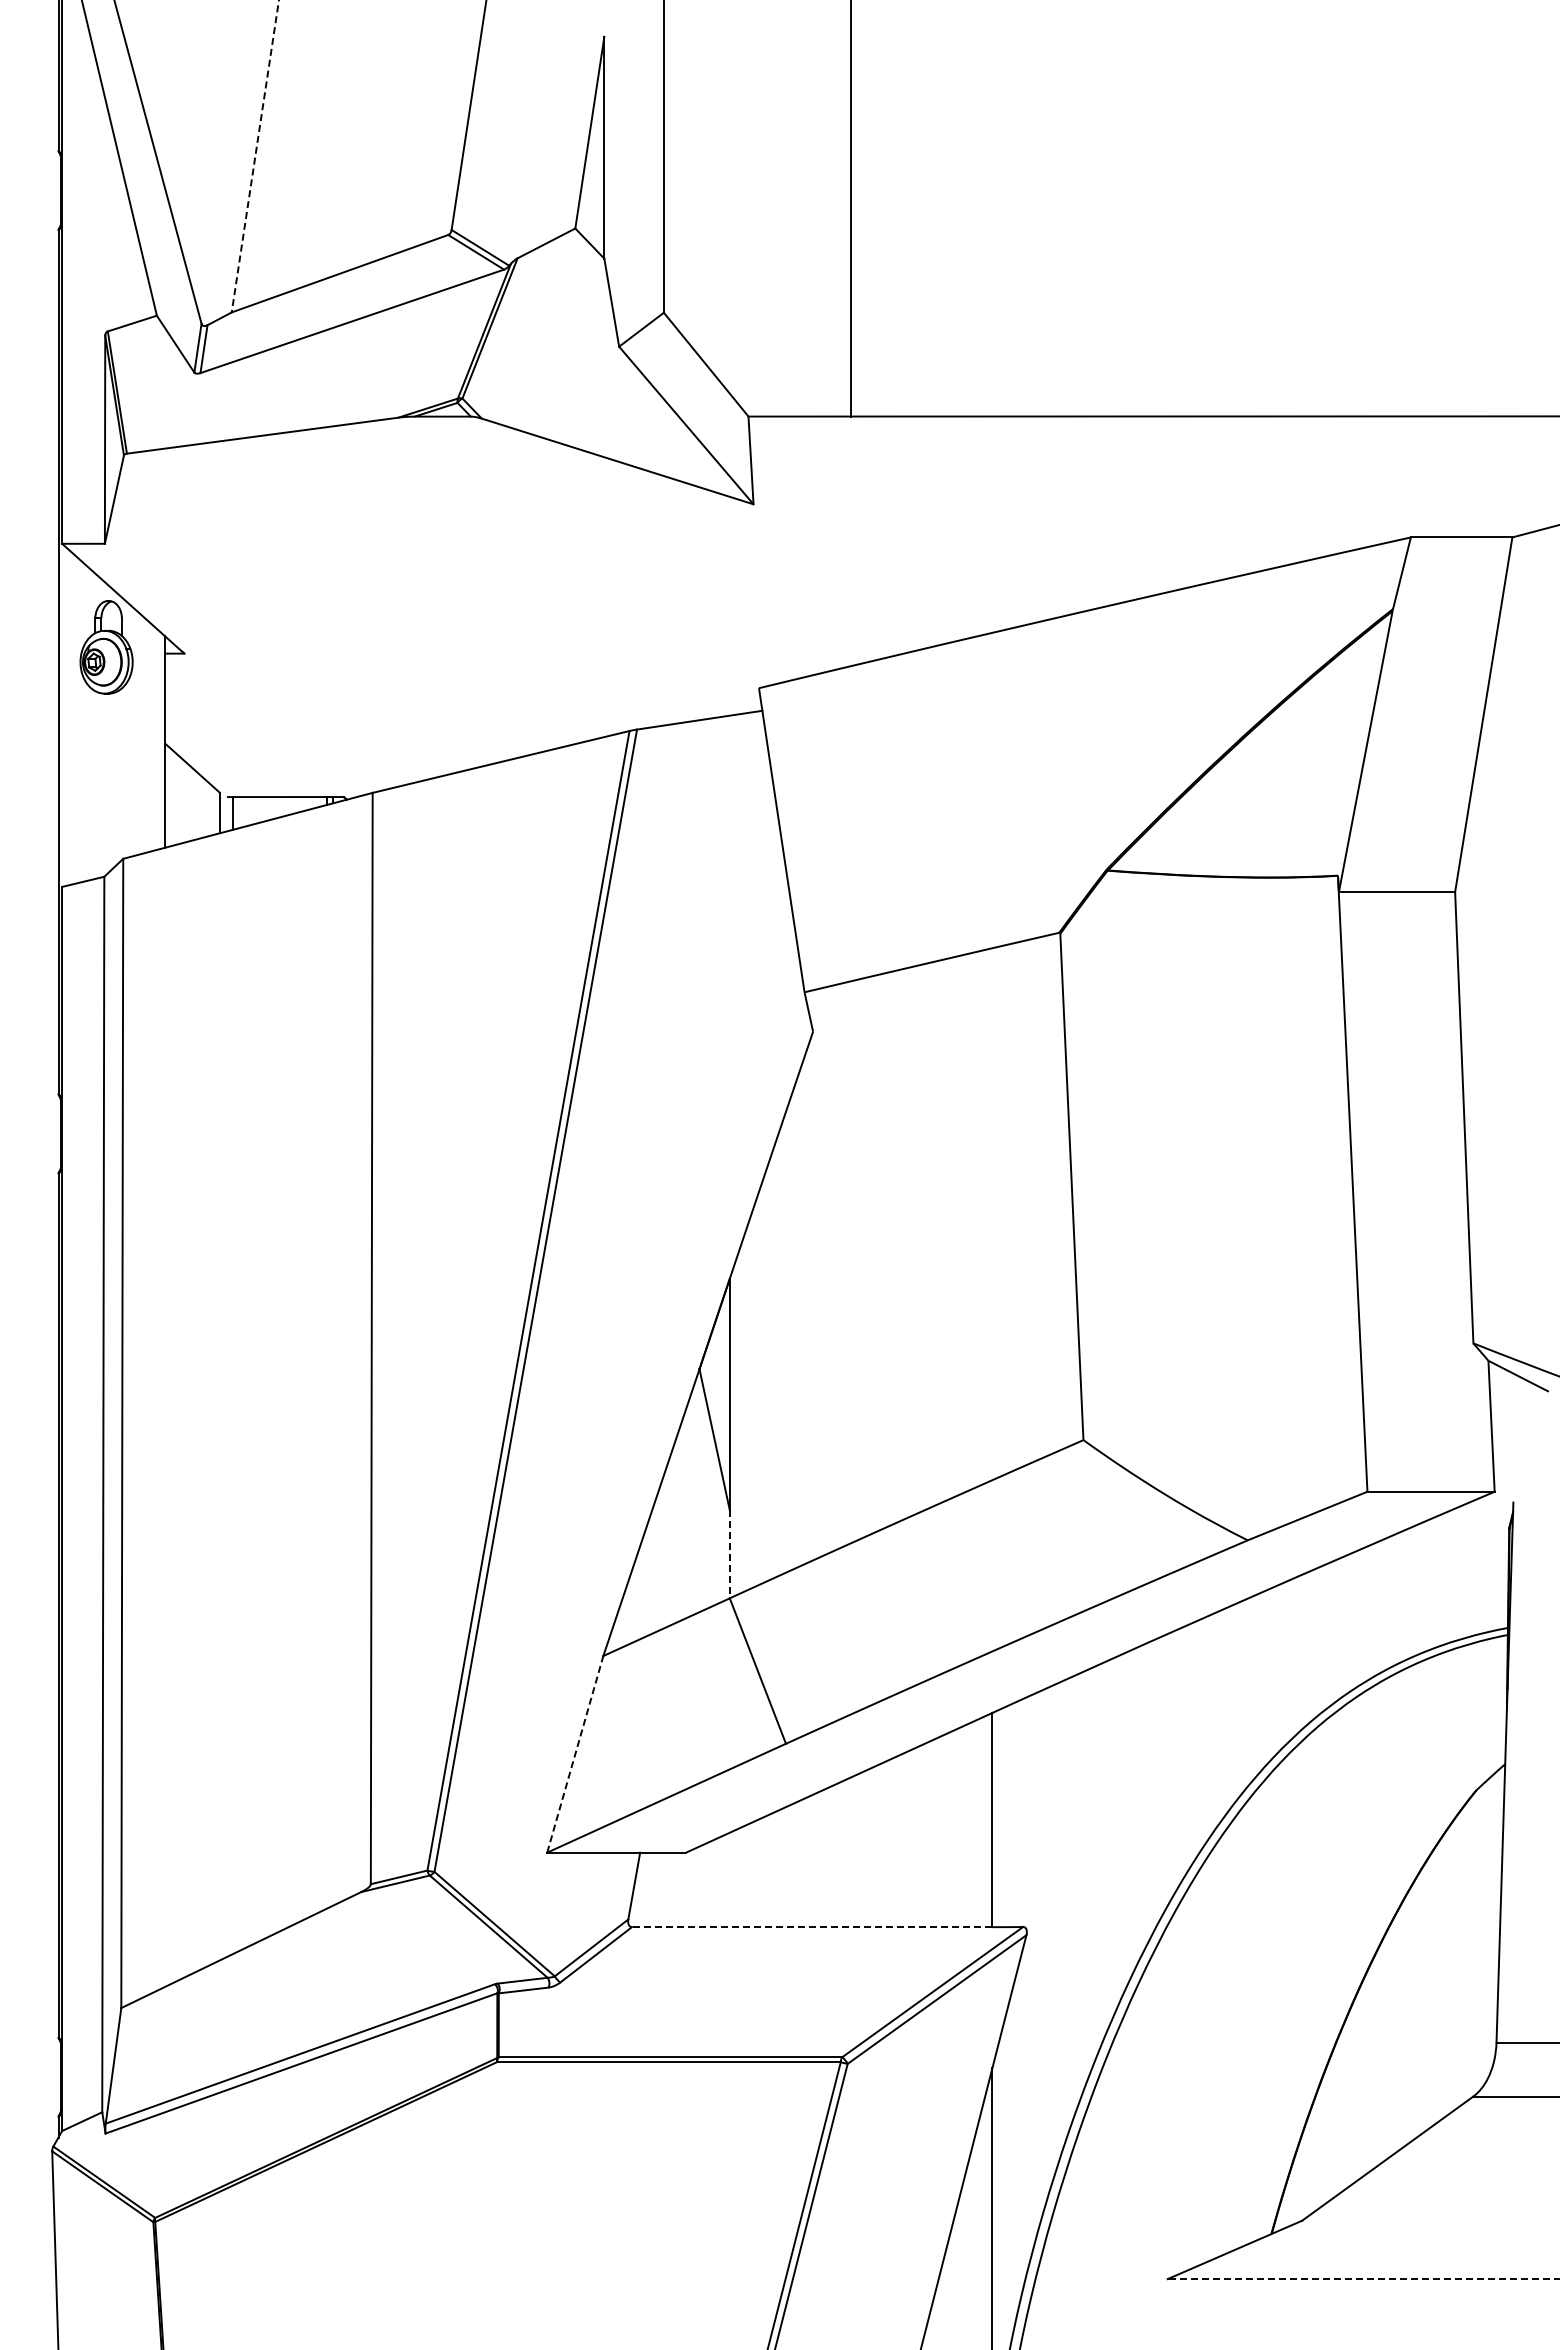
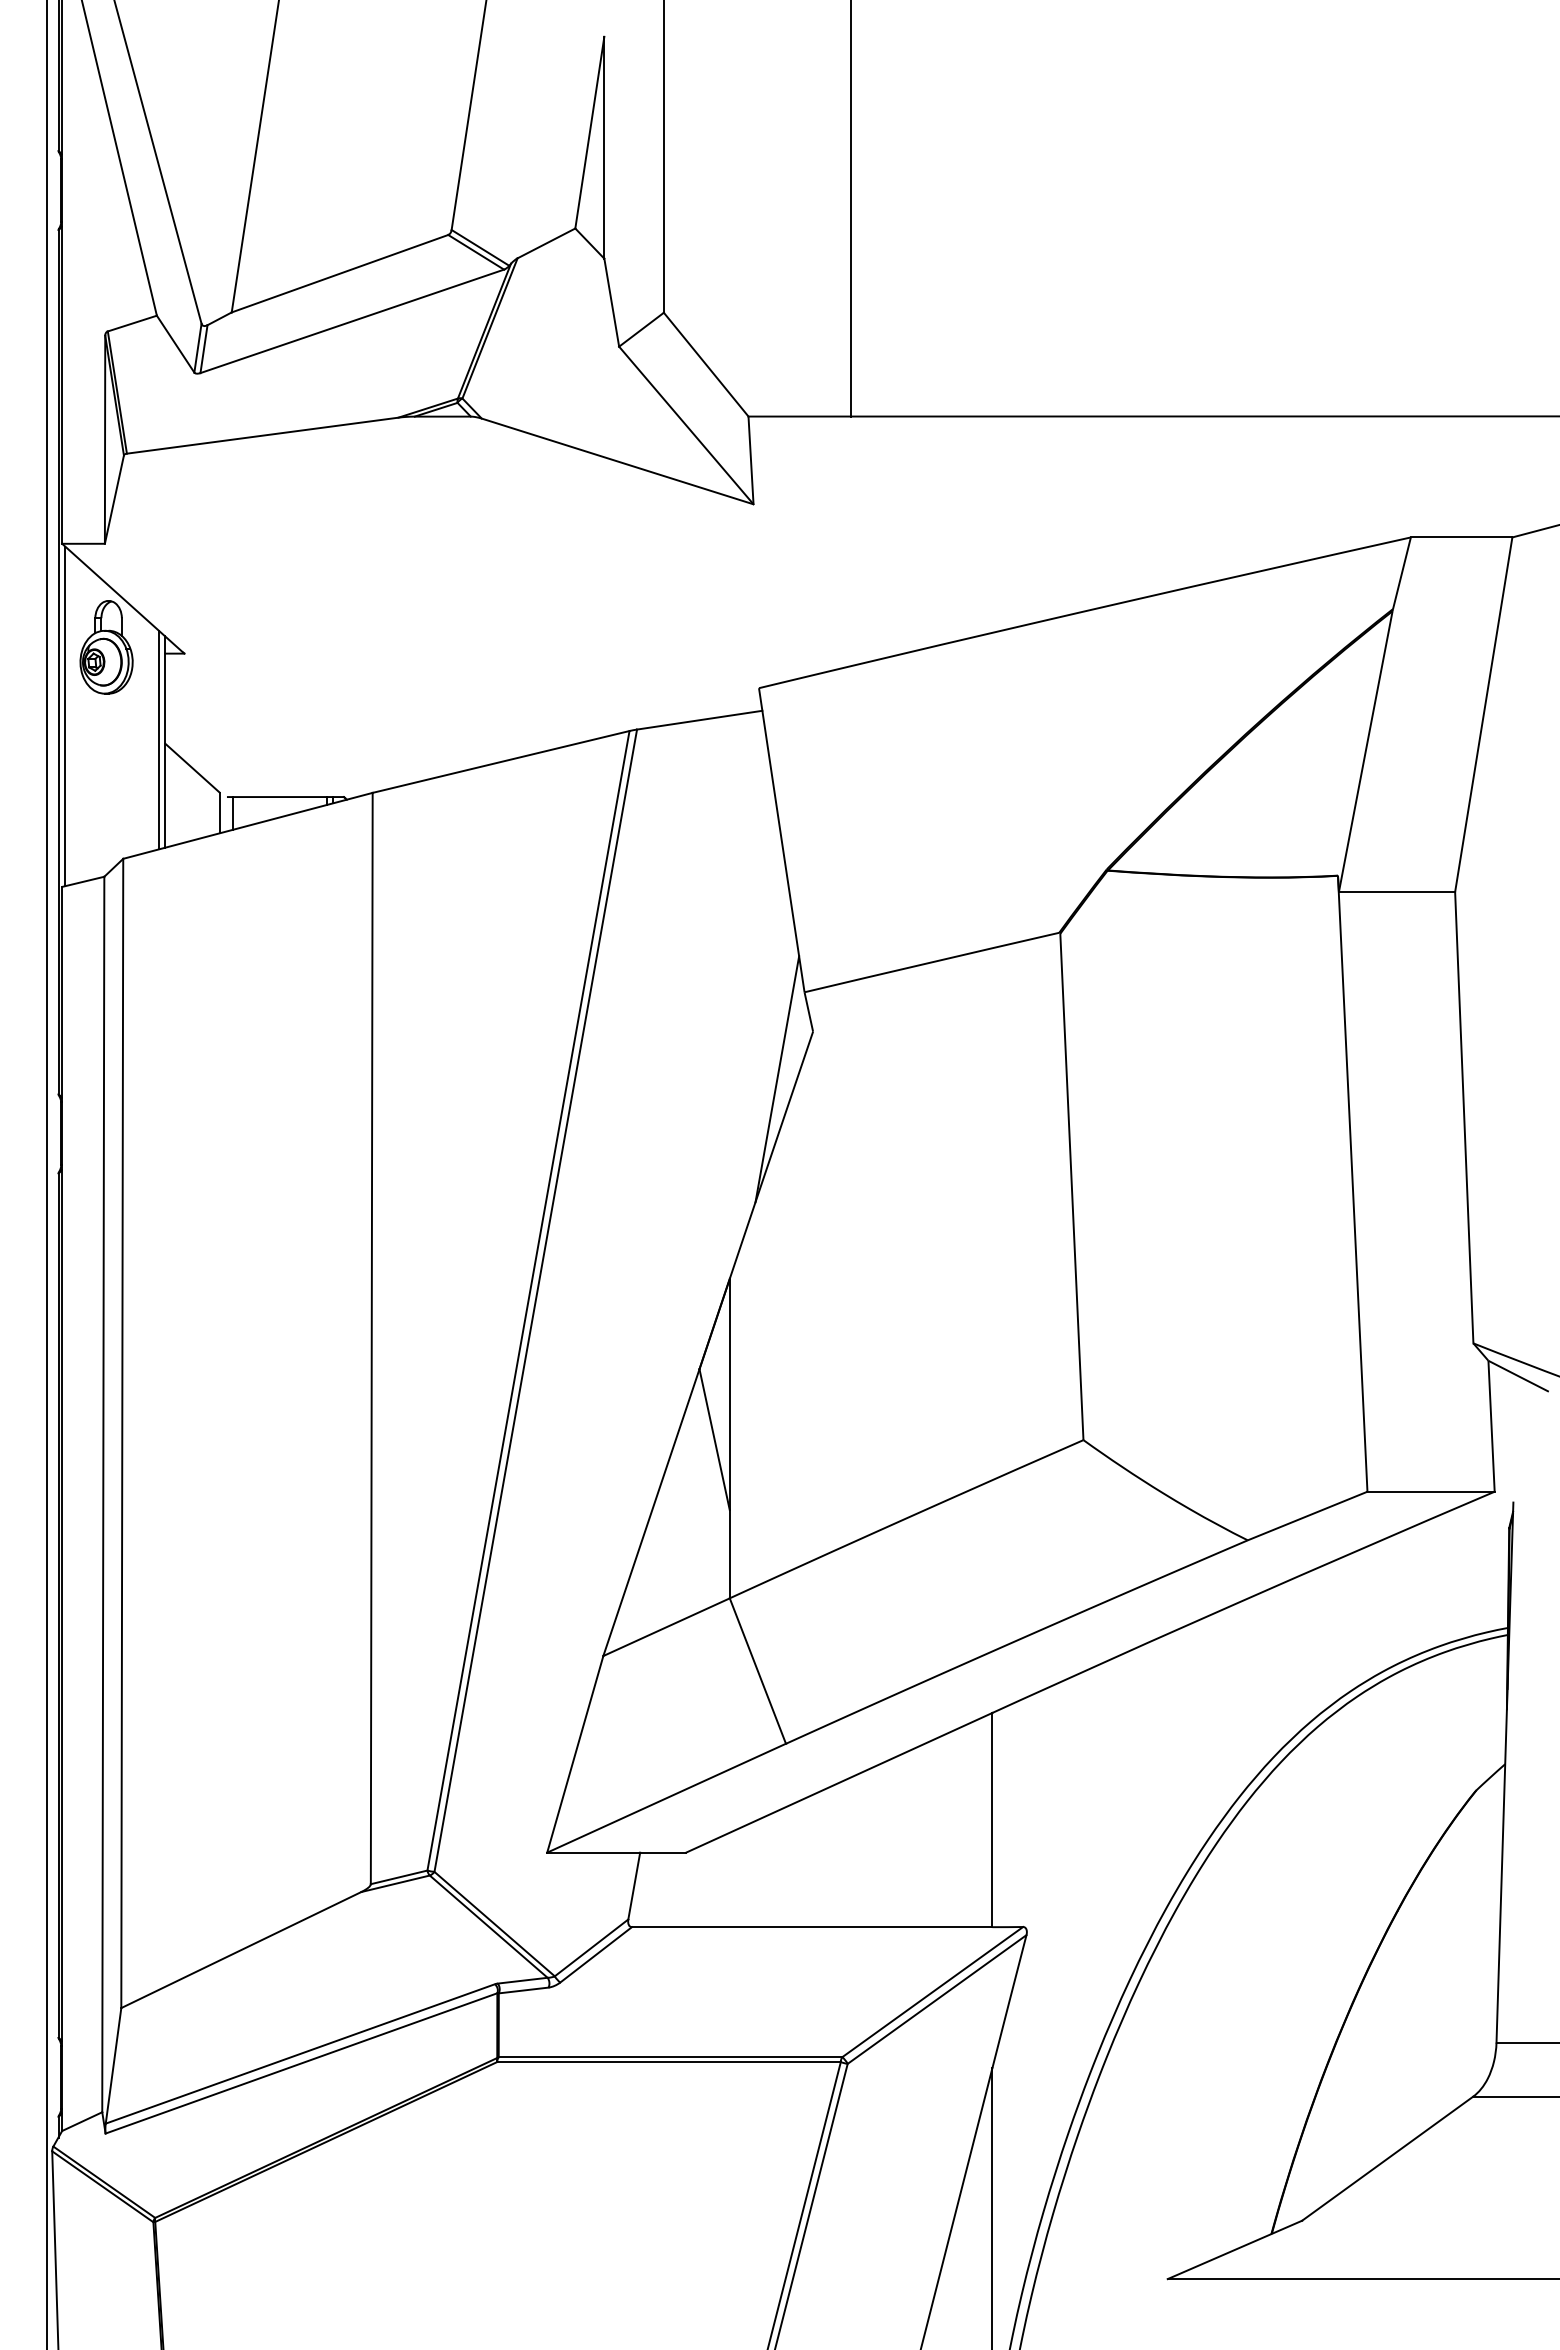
line at (255, 156): dashed -> solid
line at (65, 716): none -> present
line at (159, 740): none -> present
line at (777, 1079): none -> present
line at (46, 1174): none -> present
line at (729, 1554): dashed -> solid
line at (575, 1753): dashed -> solid
line at (811, 1927): dashed -> solid
line at (1363, 2278): dashed -> solid
